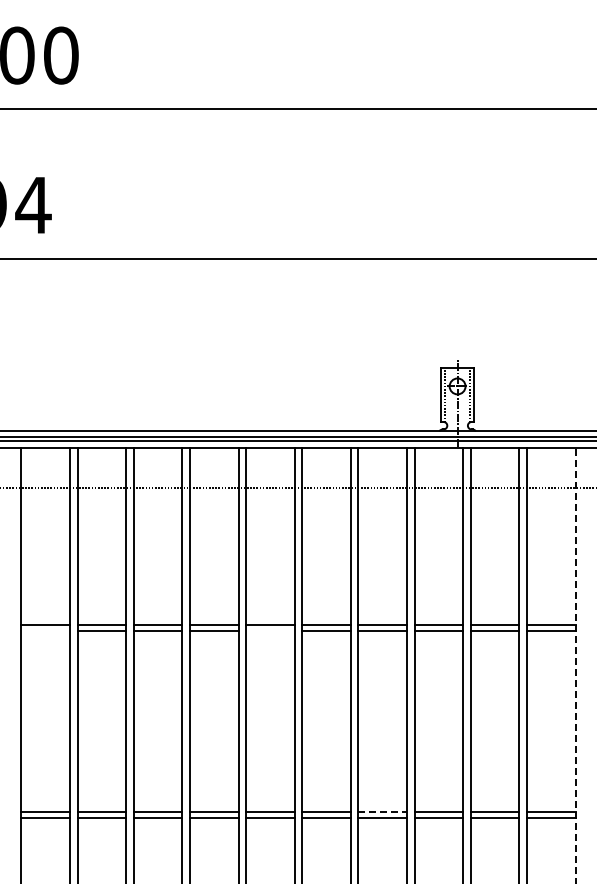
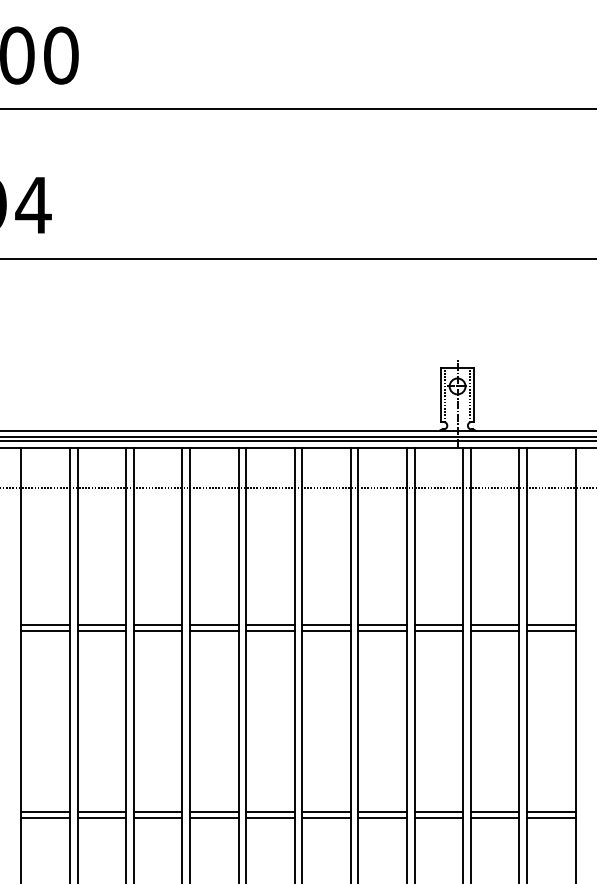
line at (45, 630): none -> present
line at (270, 630): none -> present
line at (575, 665): dashed -> solid
line at (383, 812): dashed -> solid
